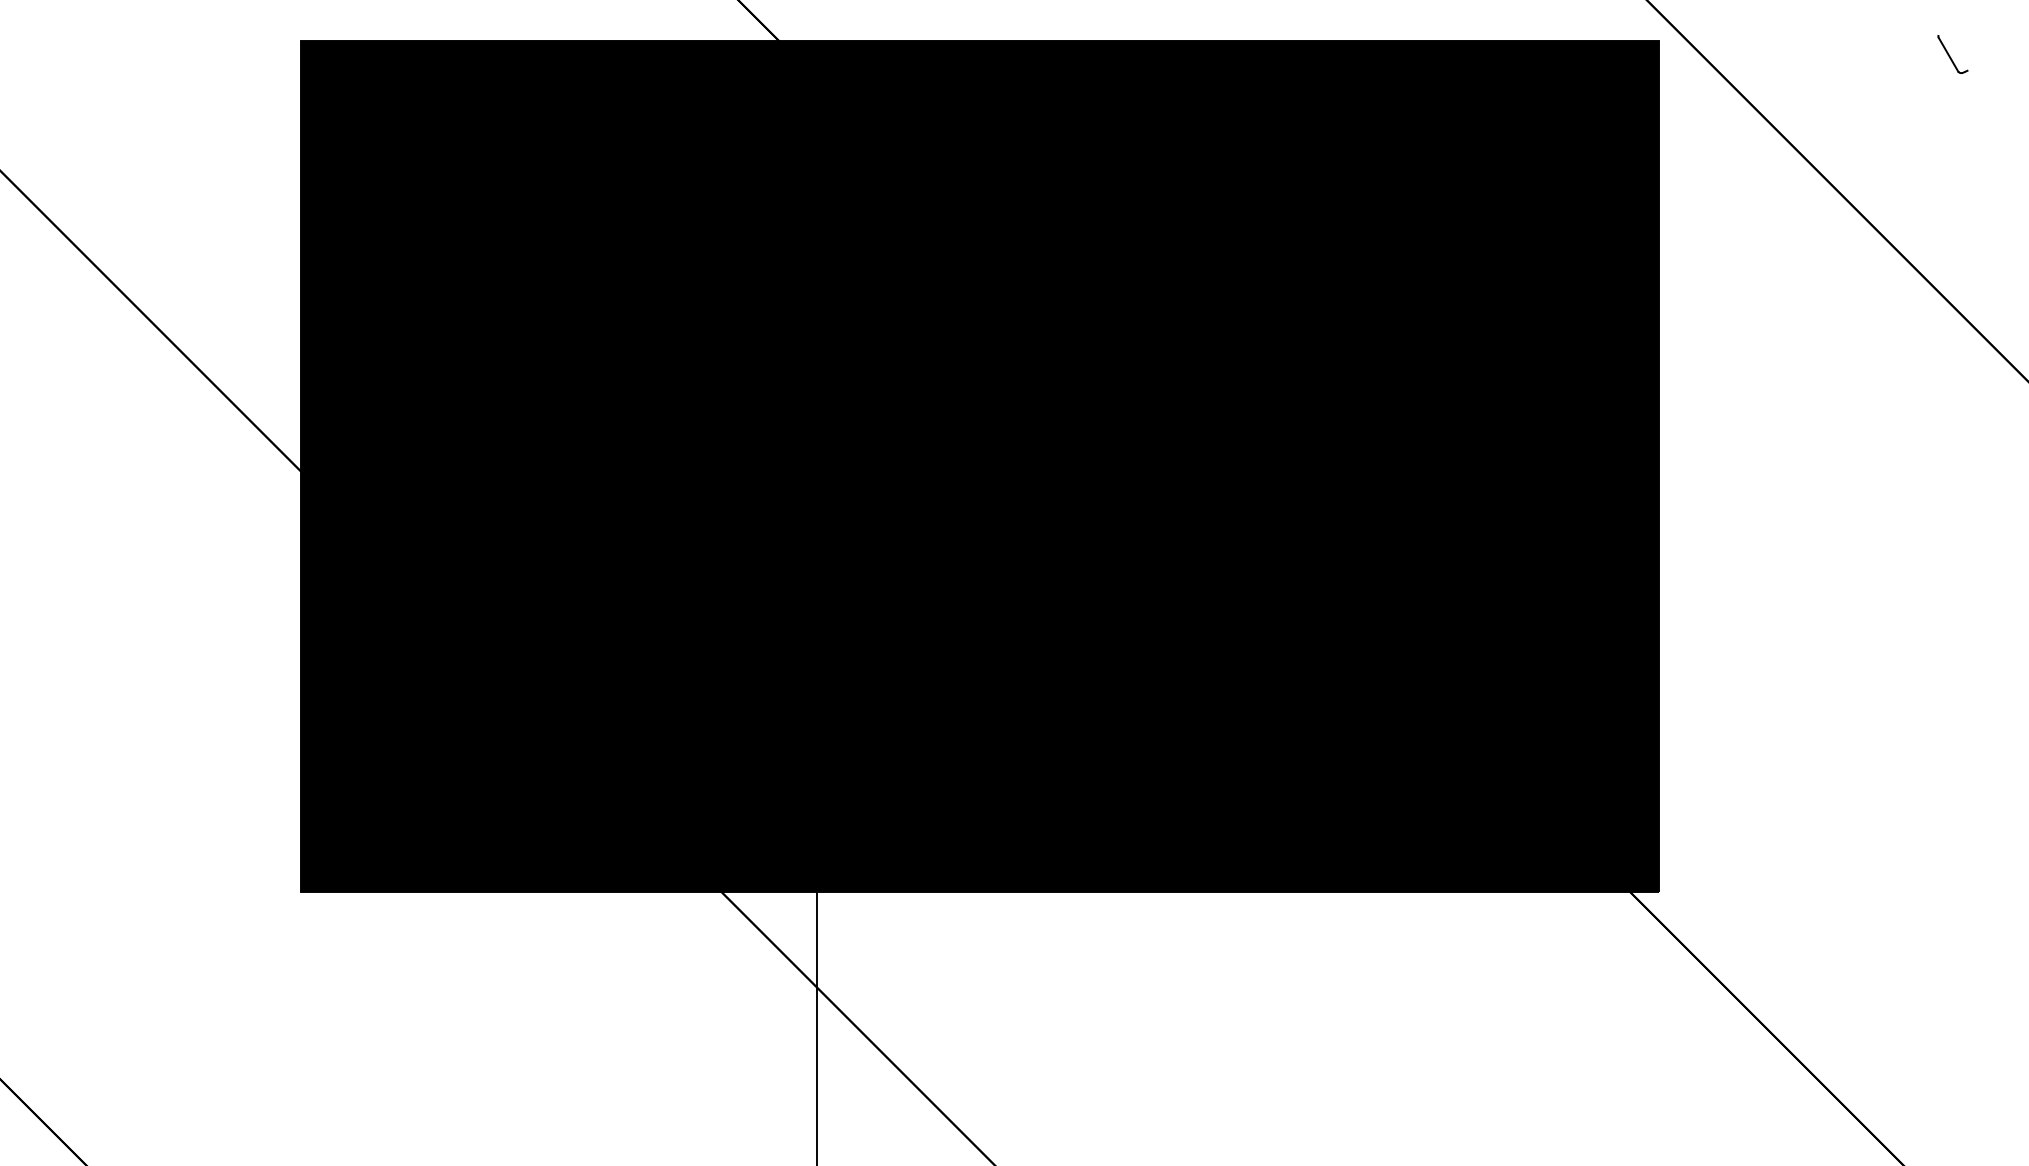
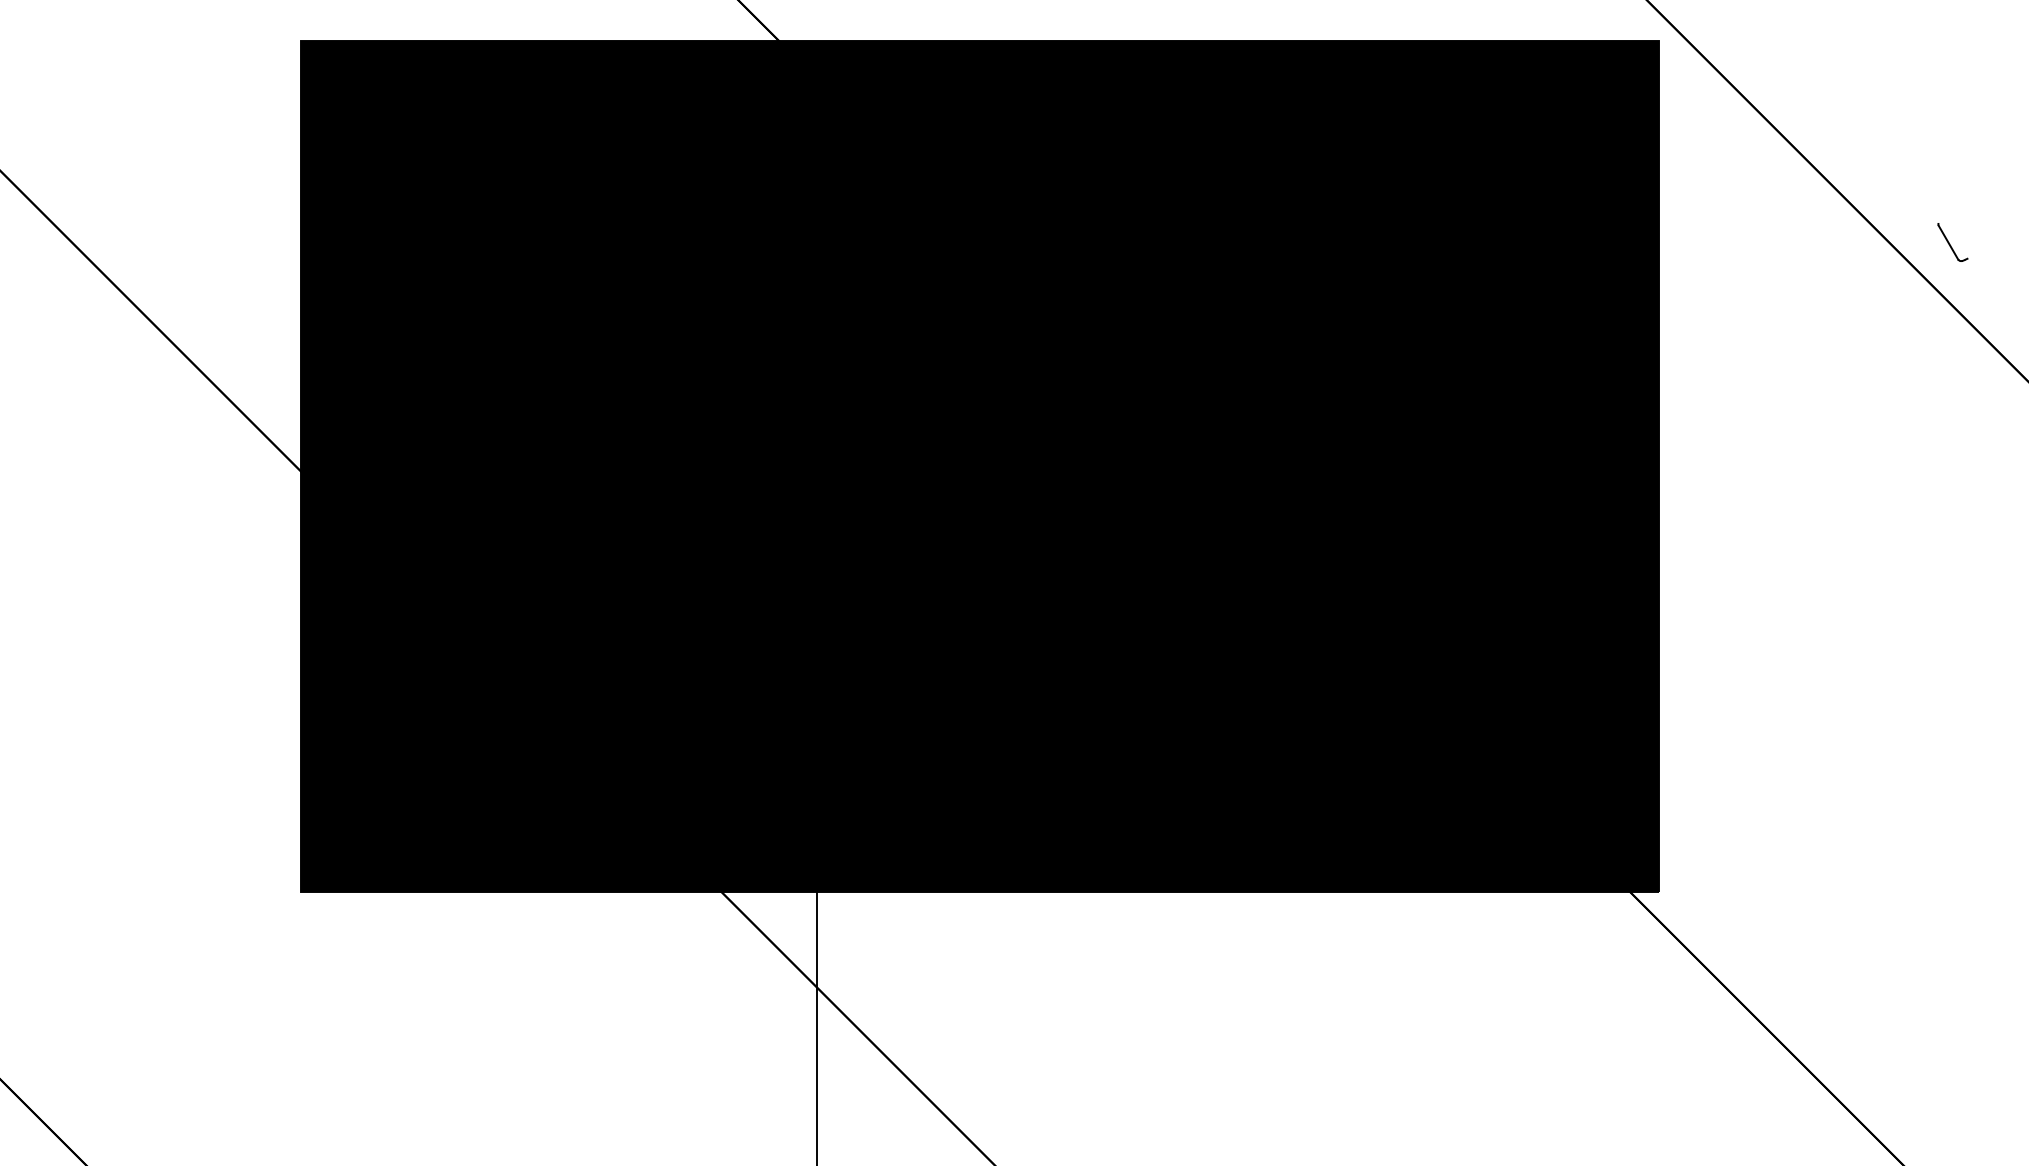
part at (1952, 54) position: (1952, 54) -> (1952, 242)
